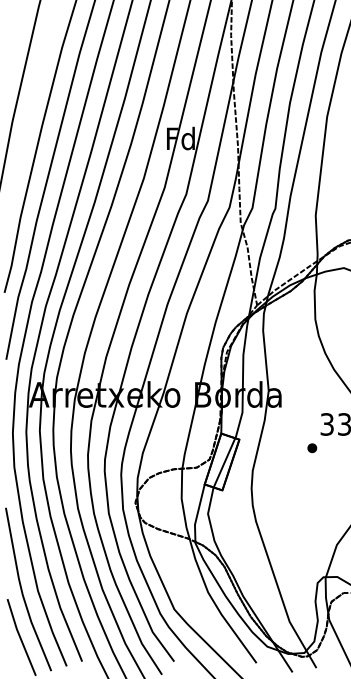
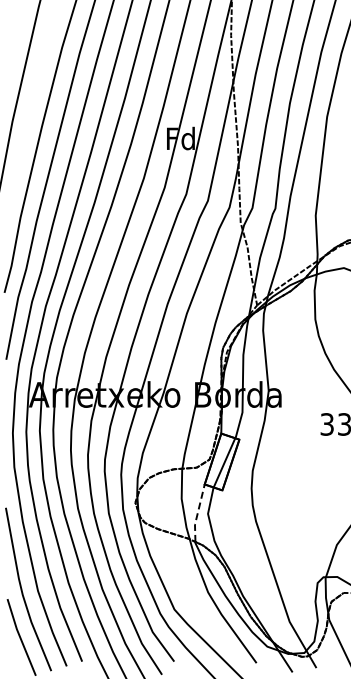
part at (312, 448): present -> none
line at (197, 513): solid -> dashed
